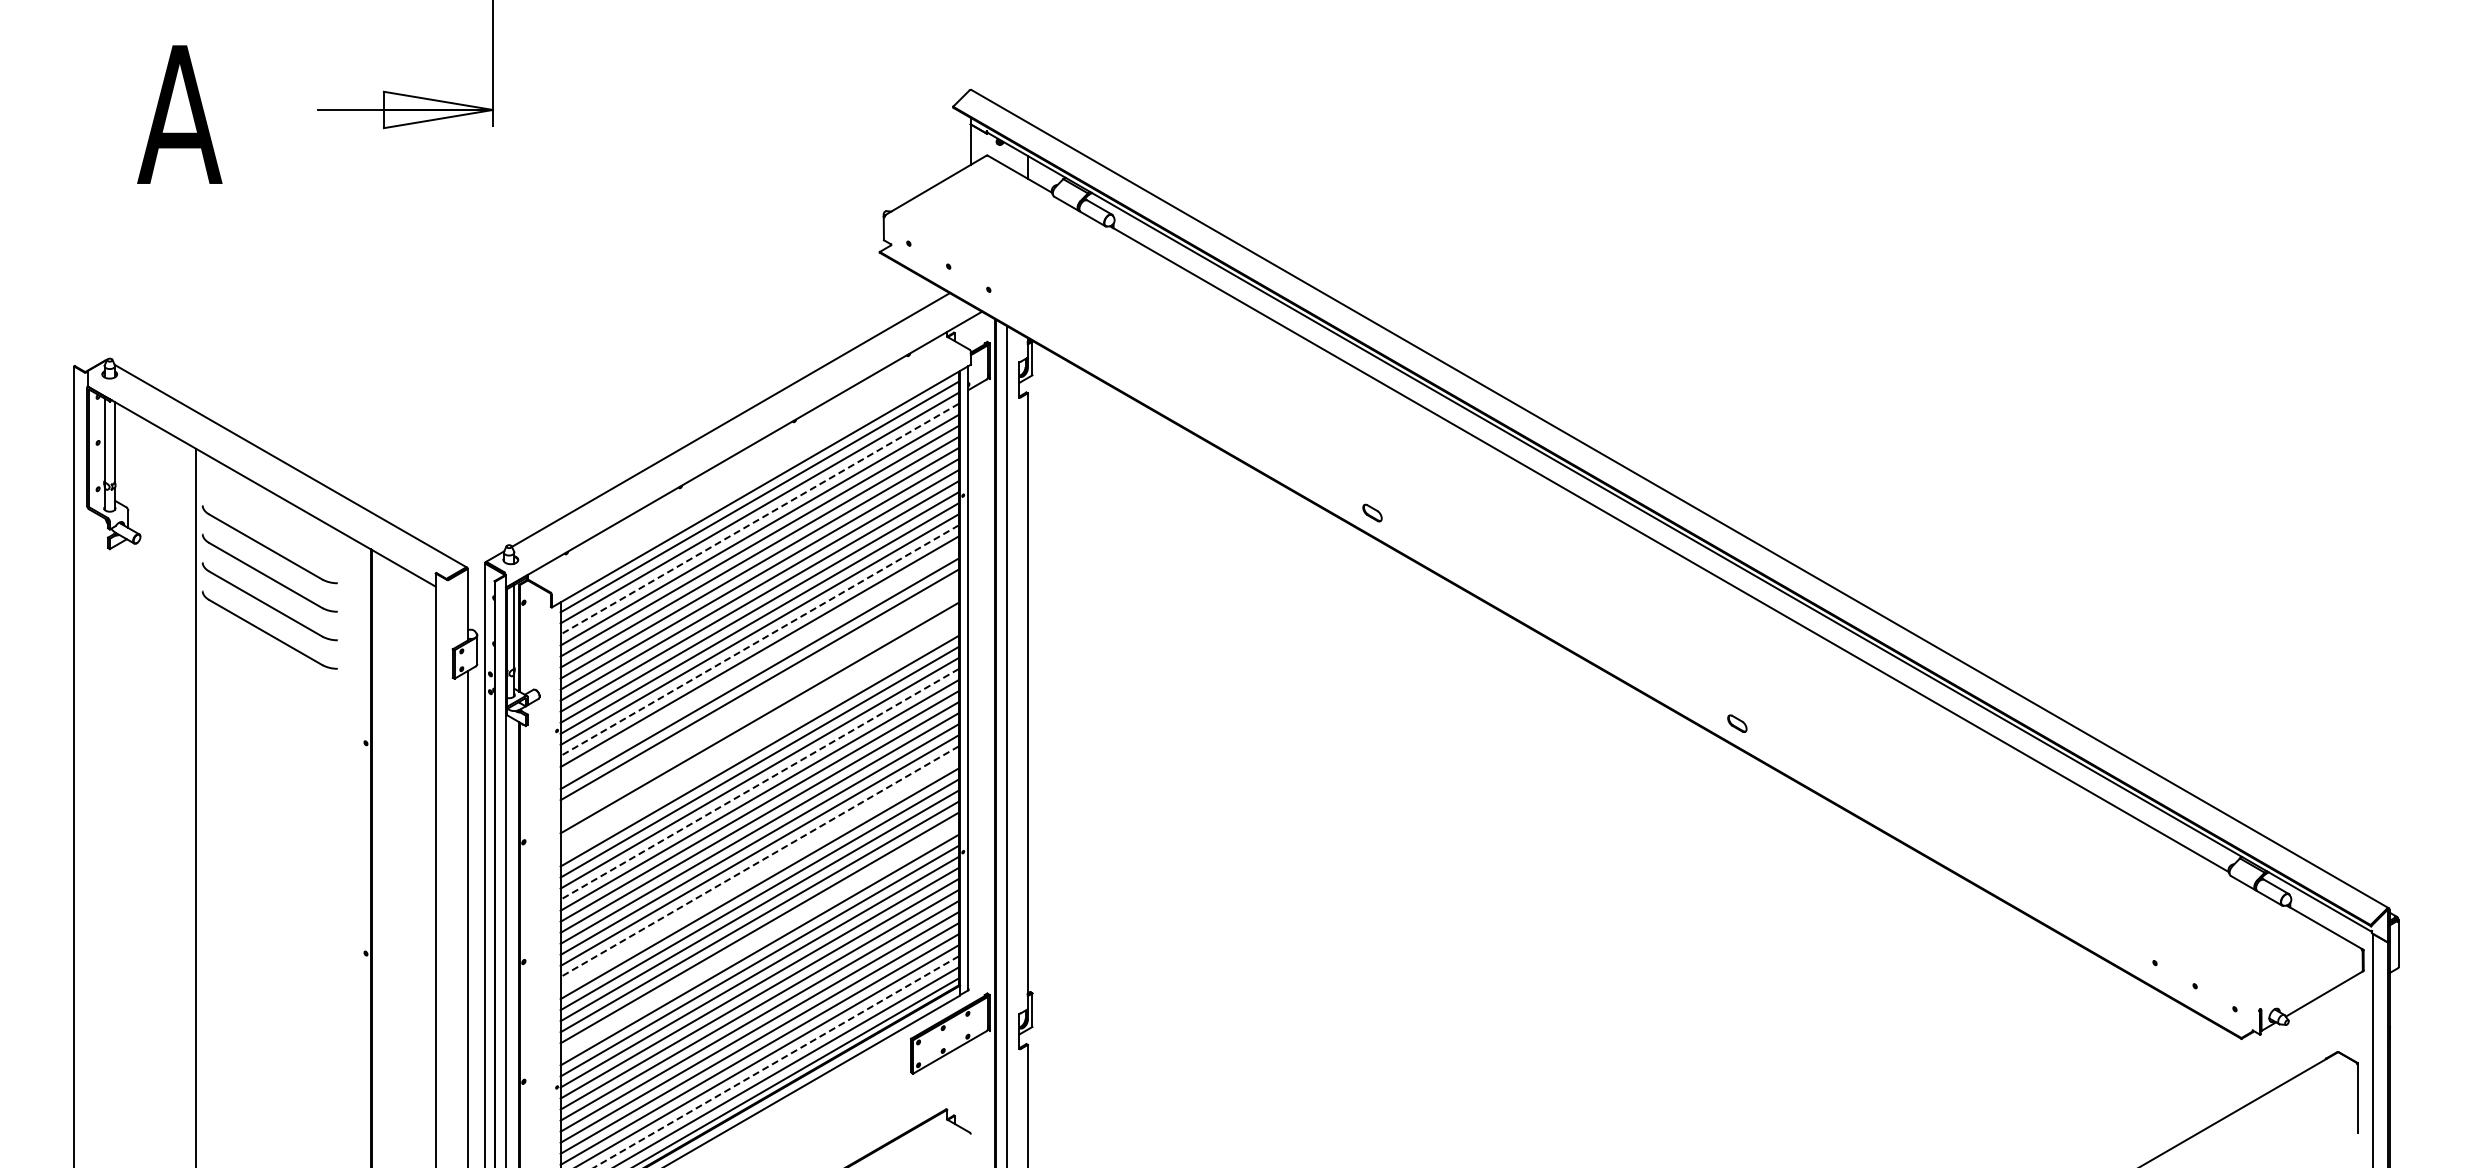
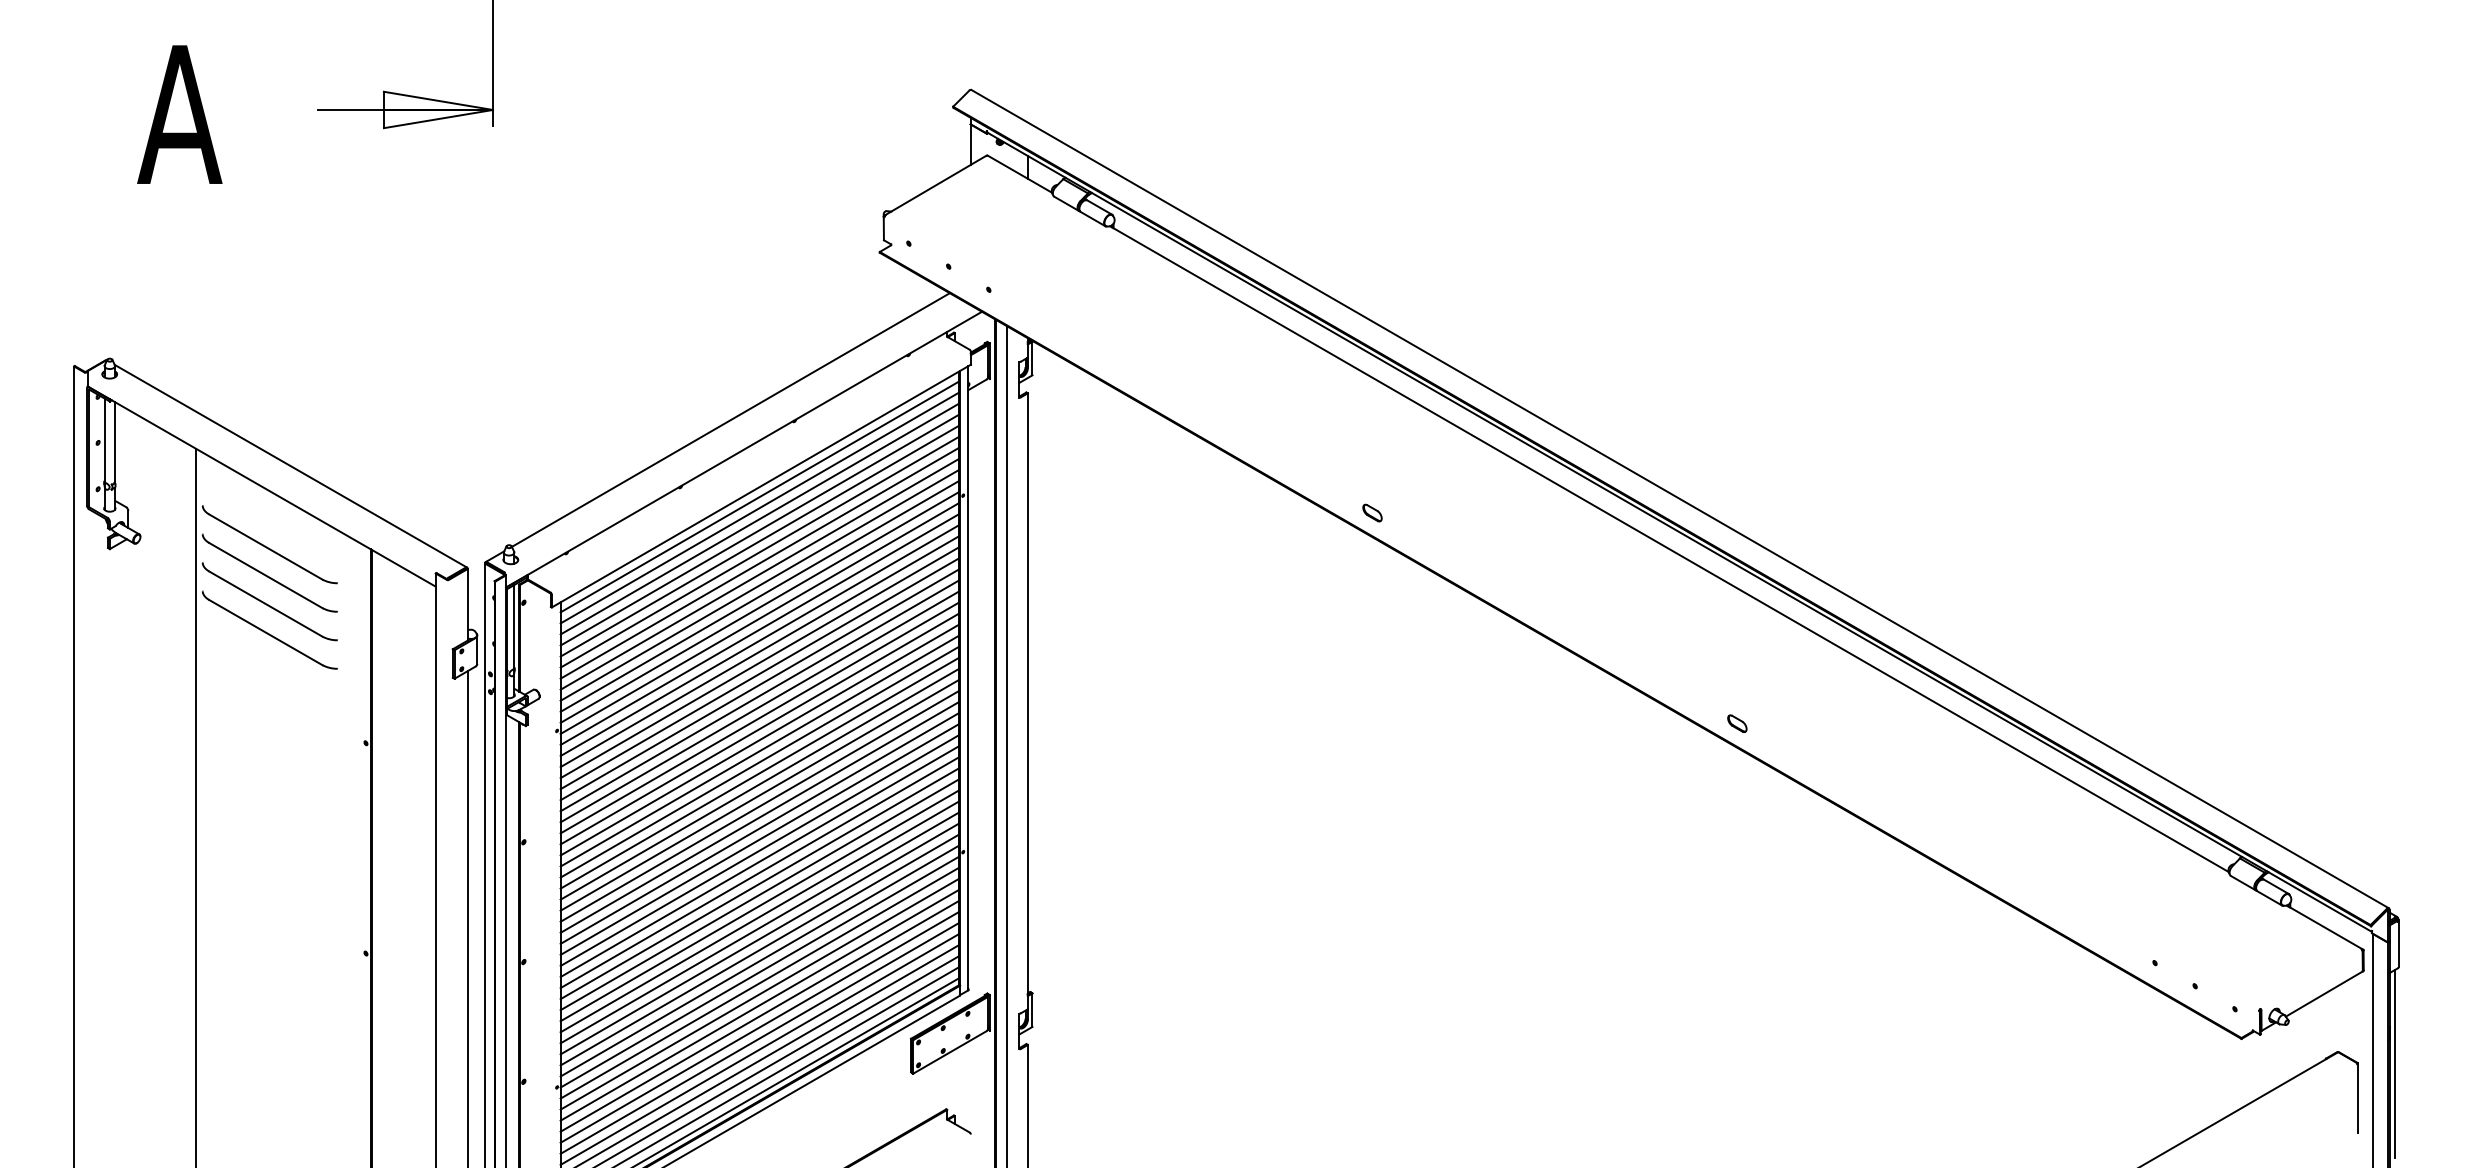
line at (759, 519): dashed -> solid
line at (759, 640): dashed -> solid
line at (759, 662): none -> present
line at (759, 695): none -> present
line at (759, 706): none -> present
line at (759, 728): none -> present
line at (759, 739): none -> present
line at (759, 784): dashed -> solid
line at (759, 861): dashed -> solid
line at (759, 872): none -> present
line at (759, 938): none -> present
line at (775, 1062): dashed -> solid
line at (2395, 1063): none -> present
